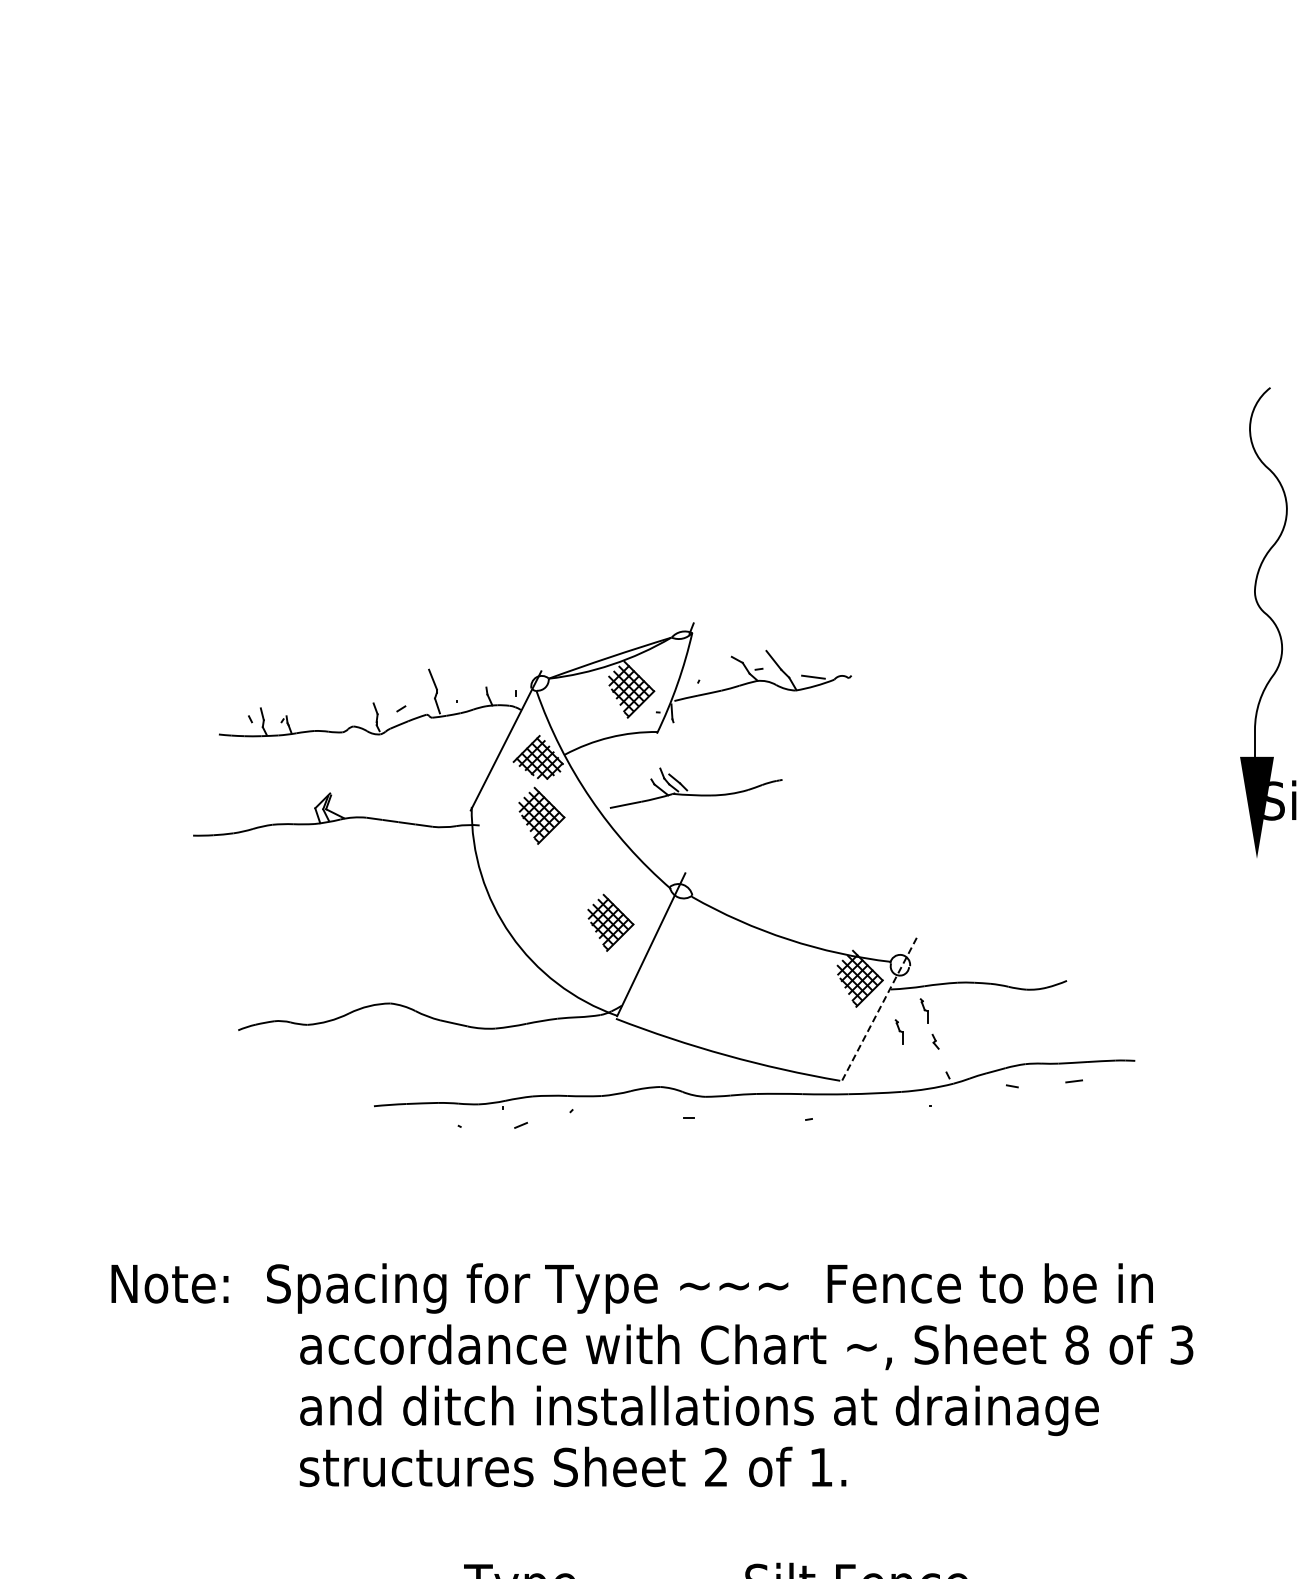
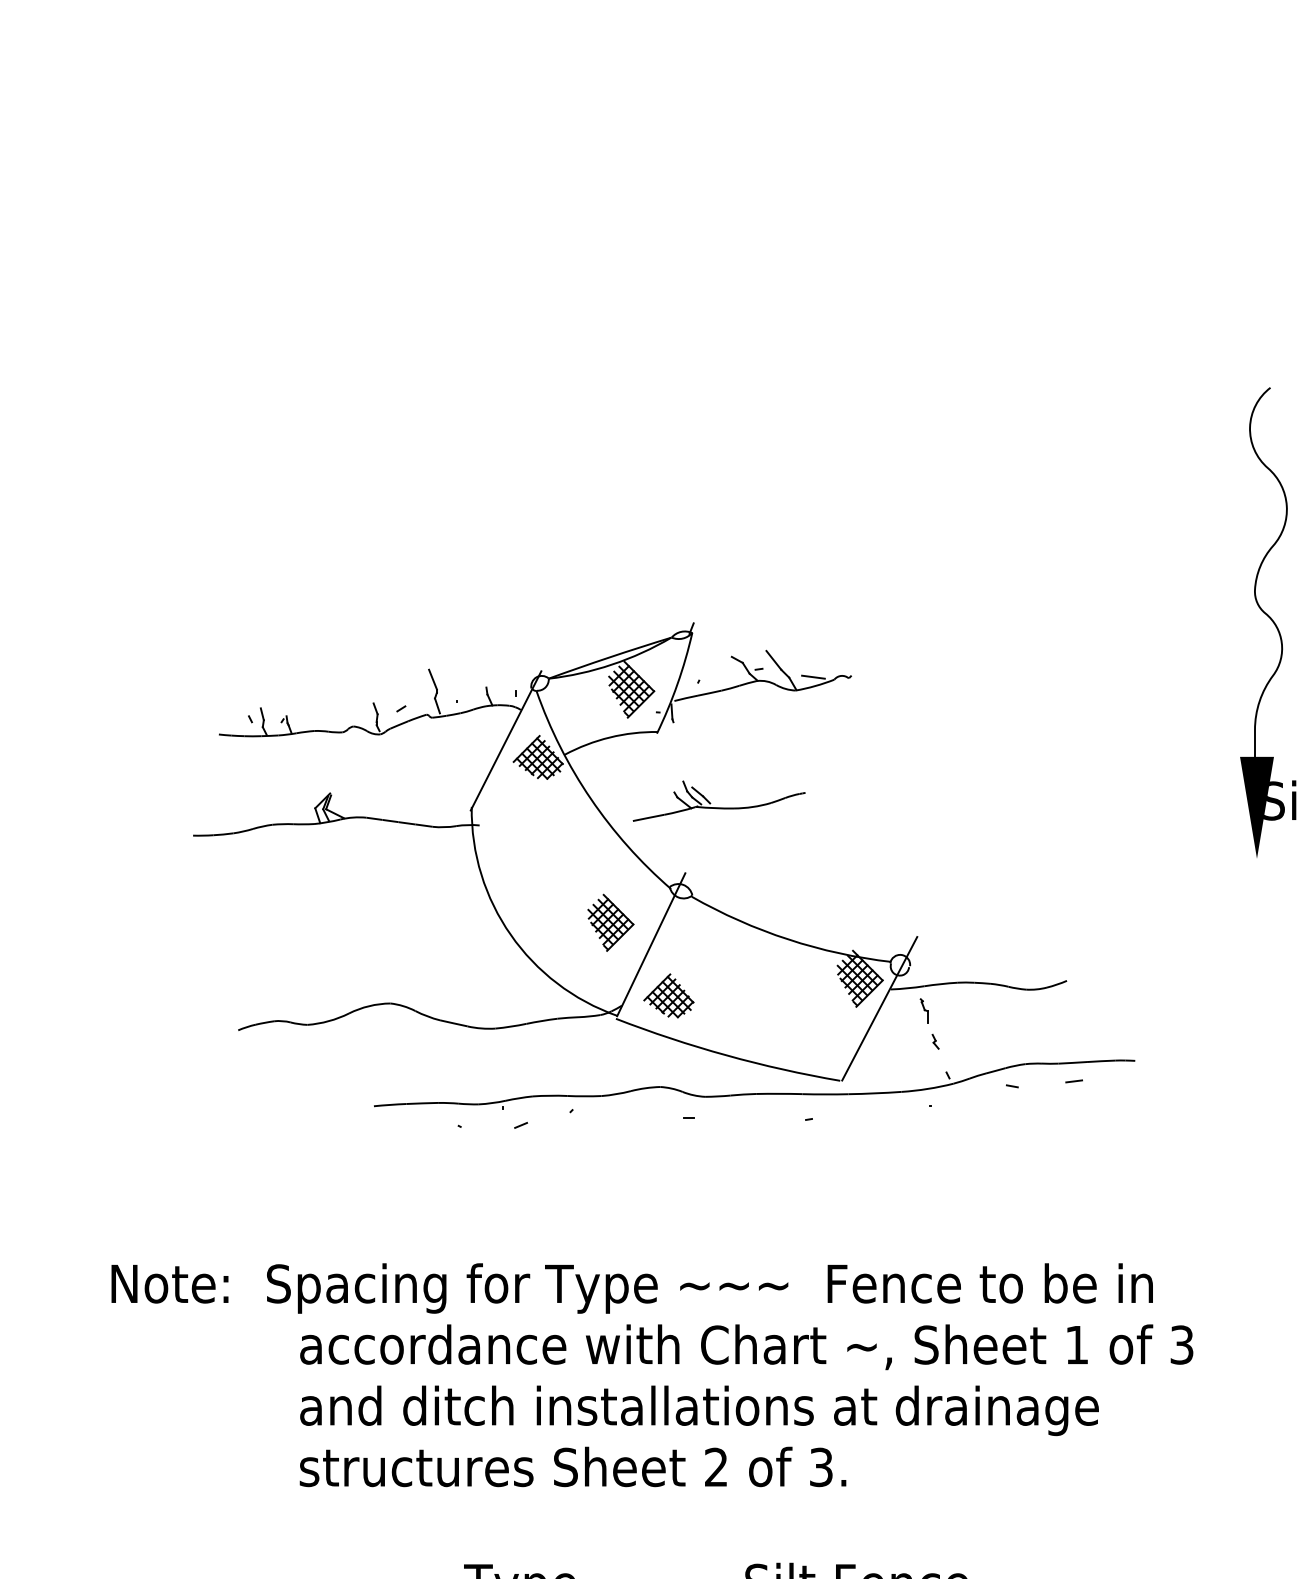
part at (695, 794) position: (695, 794) -> (718, 807)
part at (541, 815): present -> none
part at (668, 995): none -> present
line at (879, 1008): dashed -> solid
part at (898, 1031): present -> none
text at (1076, 1344): 8 -> 1
text at (821, 1467): 1. -> 3.
